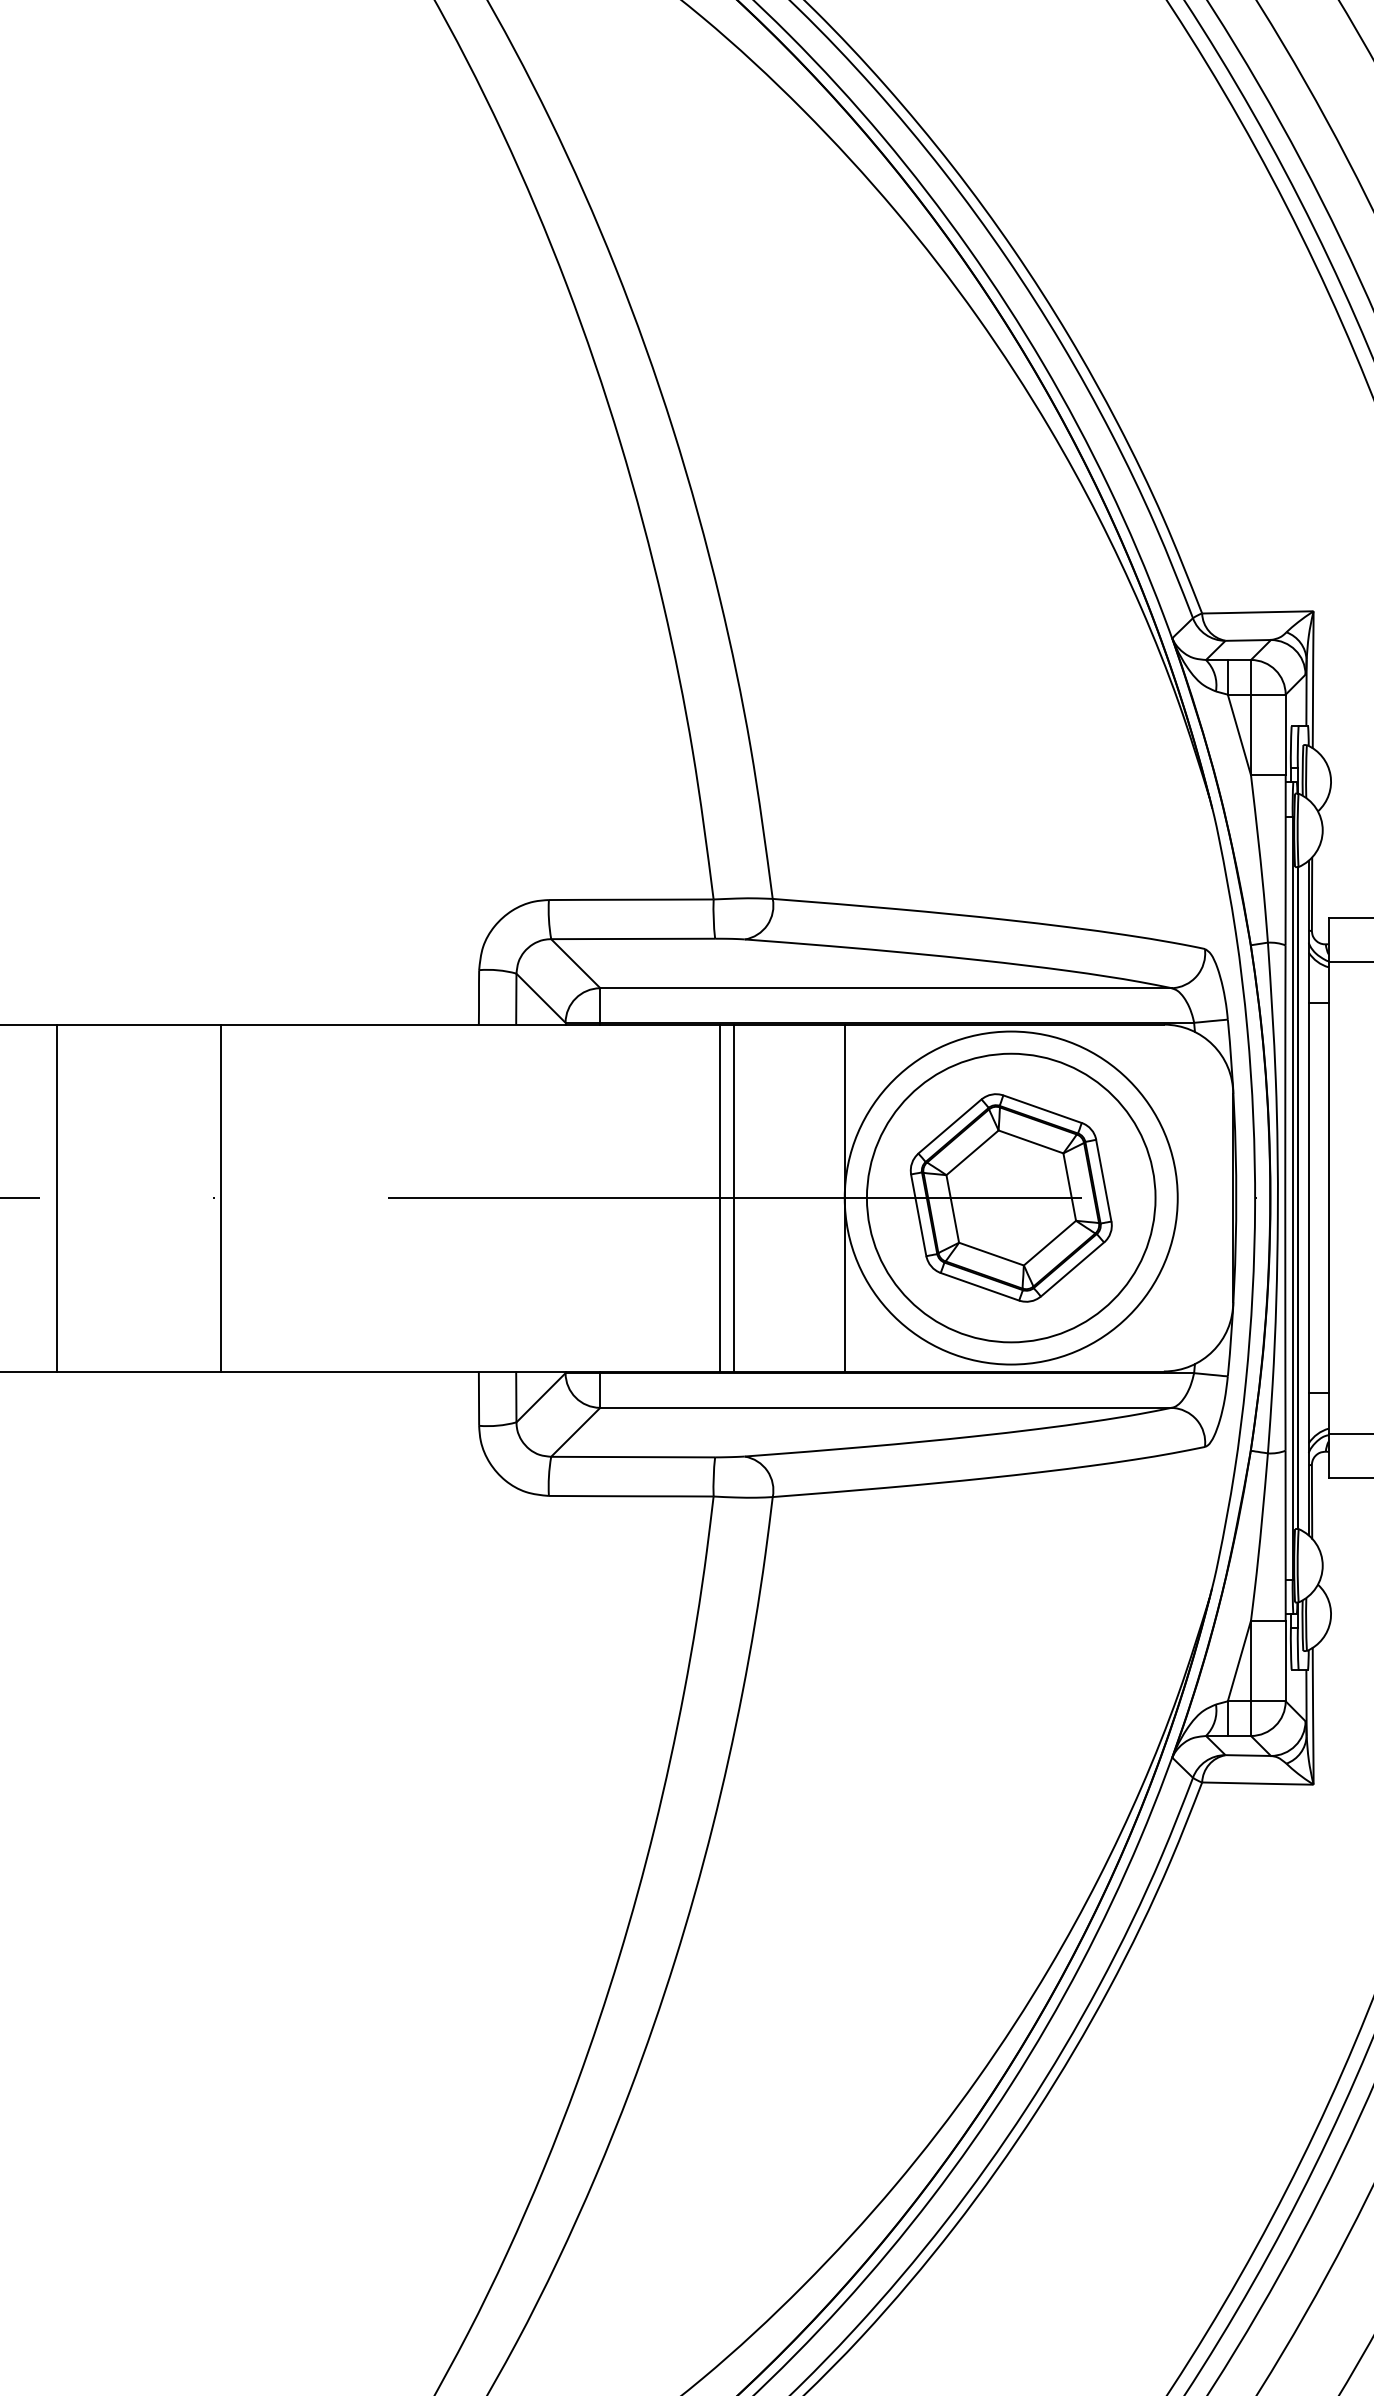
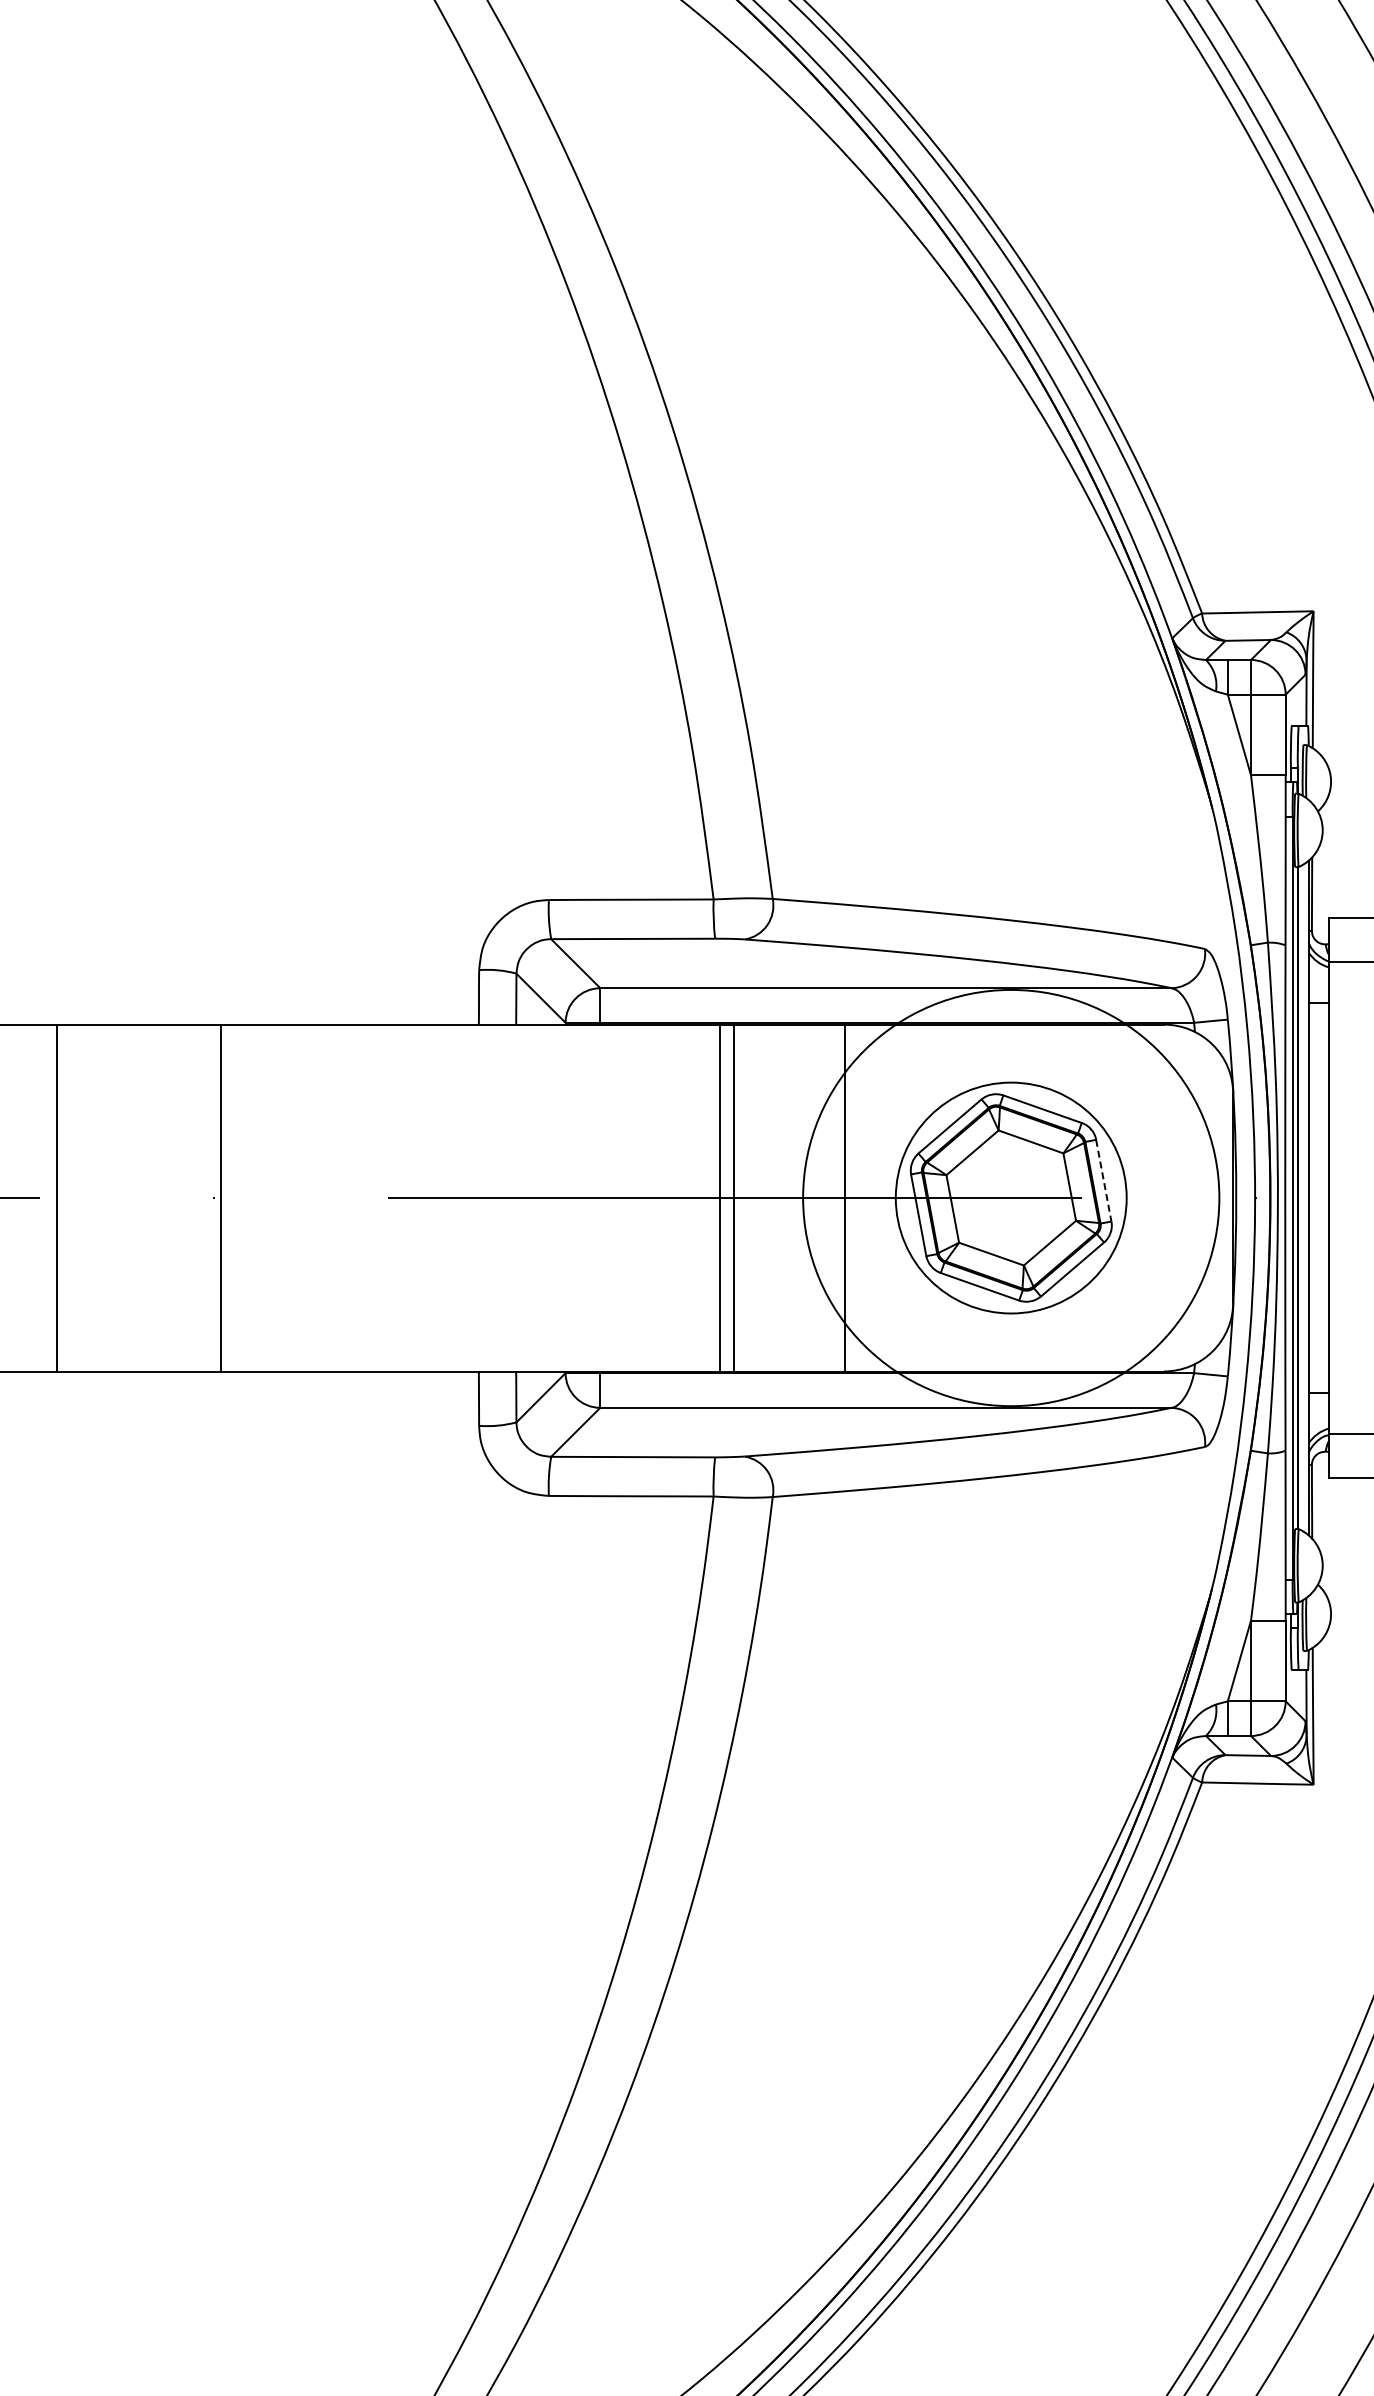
line at (1103, 1181): solid -> dashed
circle at (1010, 1197) diameter: 289 px -> 231 px
circle at (1010, 1197) diameter: 333 px -> 416 px
